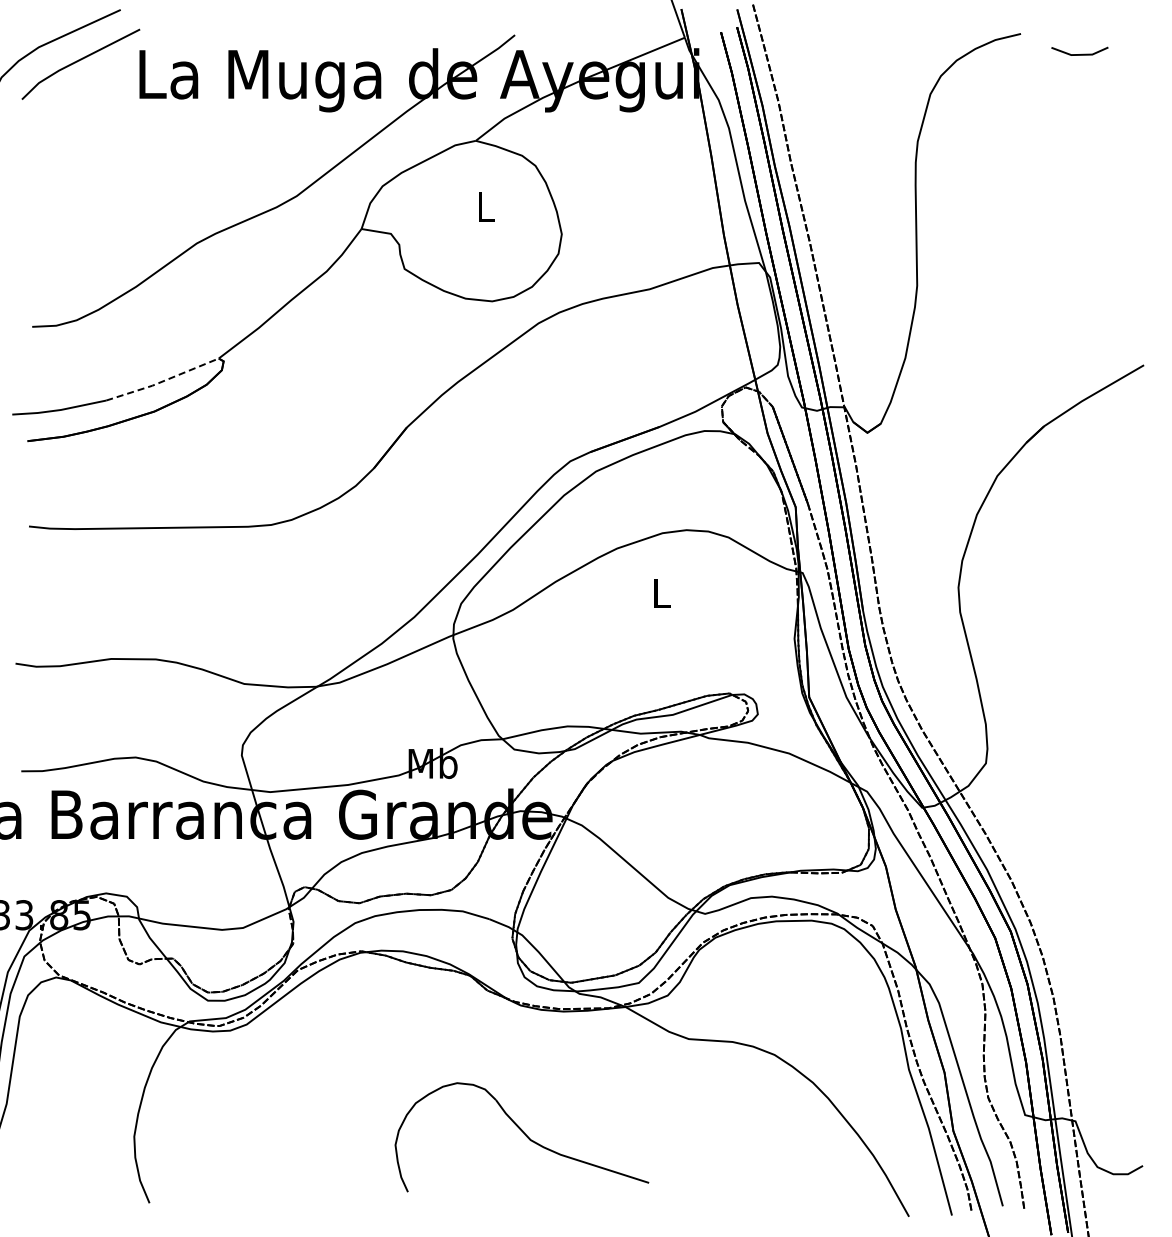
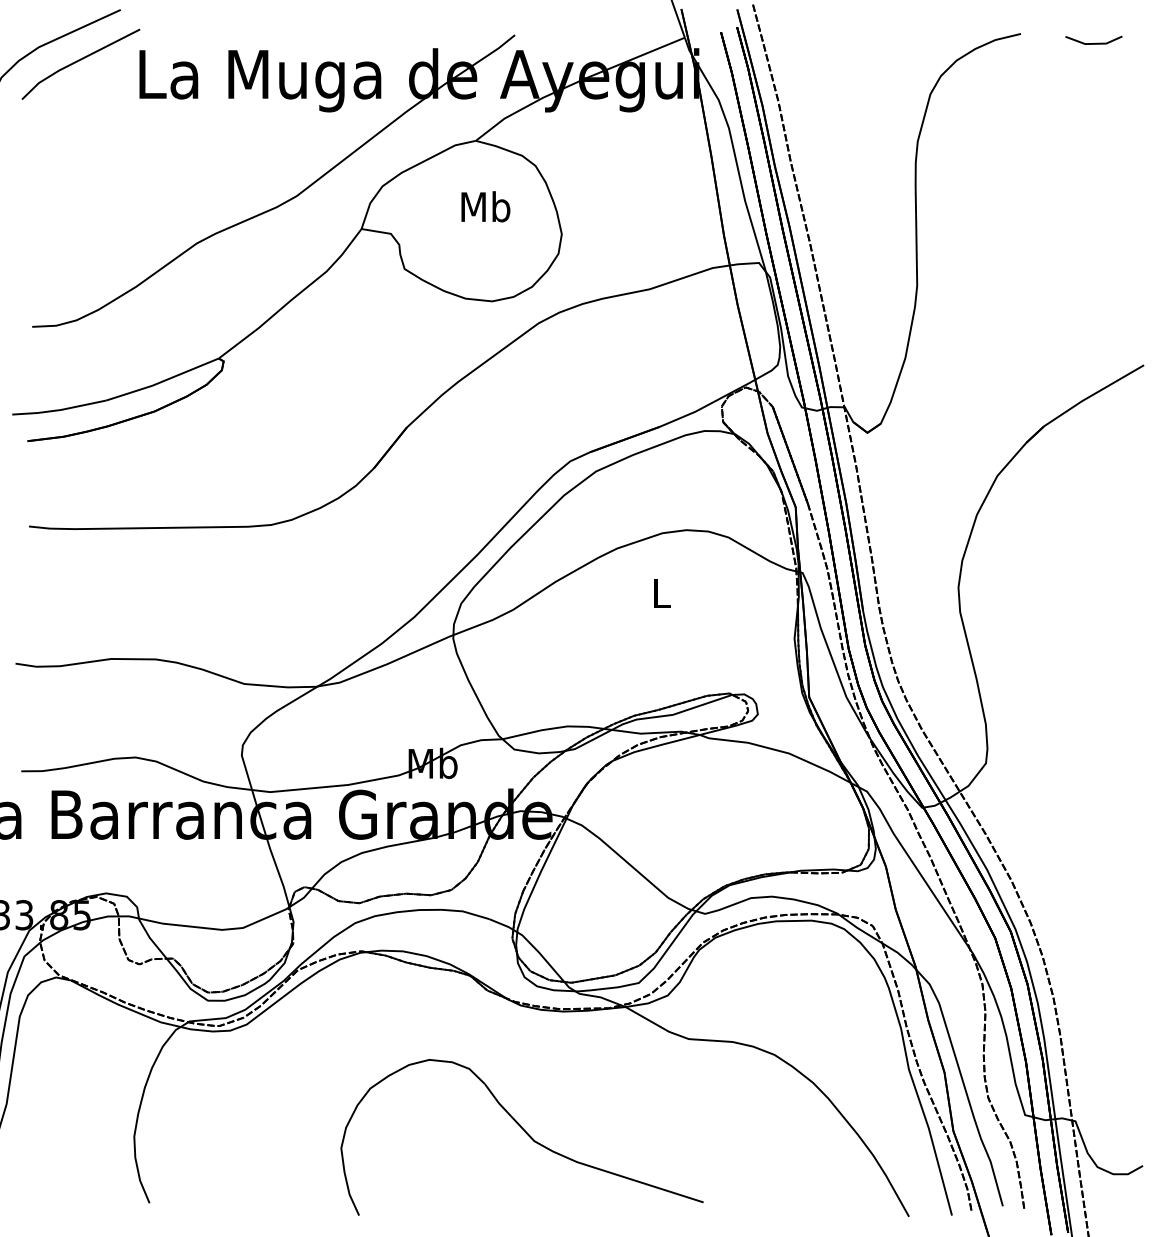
line at (1079, 54) position: (1079, 54) -> (1093, 43)
text at (485, 206): L -> Mb
line at (162, 381): dashed -> solid
part at (521, 1137) size: 256x111 px -> 364x157 px
